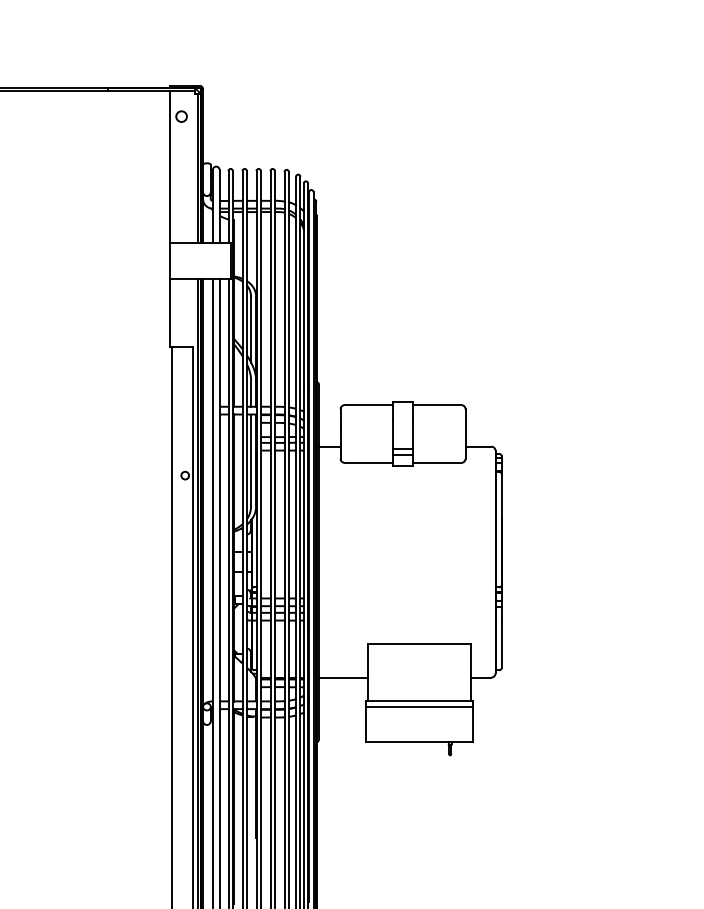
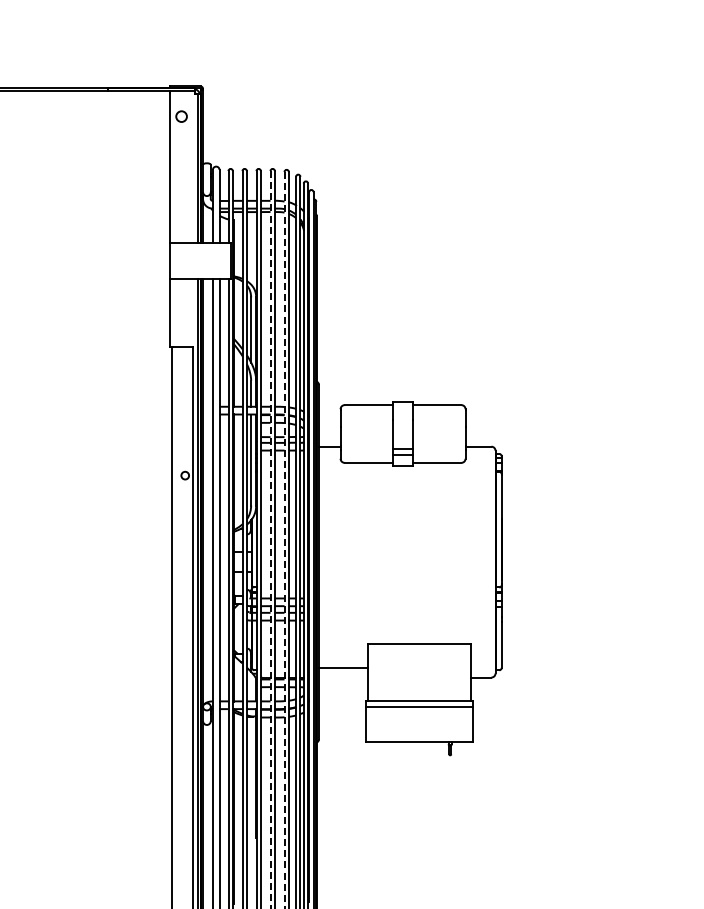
line at (270, 539): solid -> dashed
line at (284, 540): solid -> dashed
line at (343, 677) position: (343, 677) -> (343, 667)
